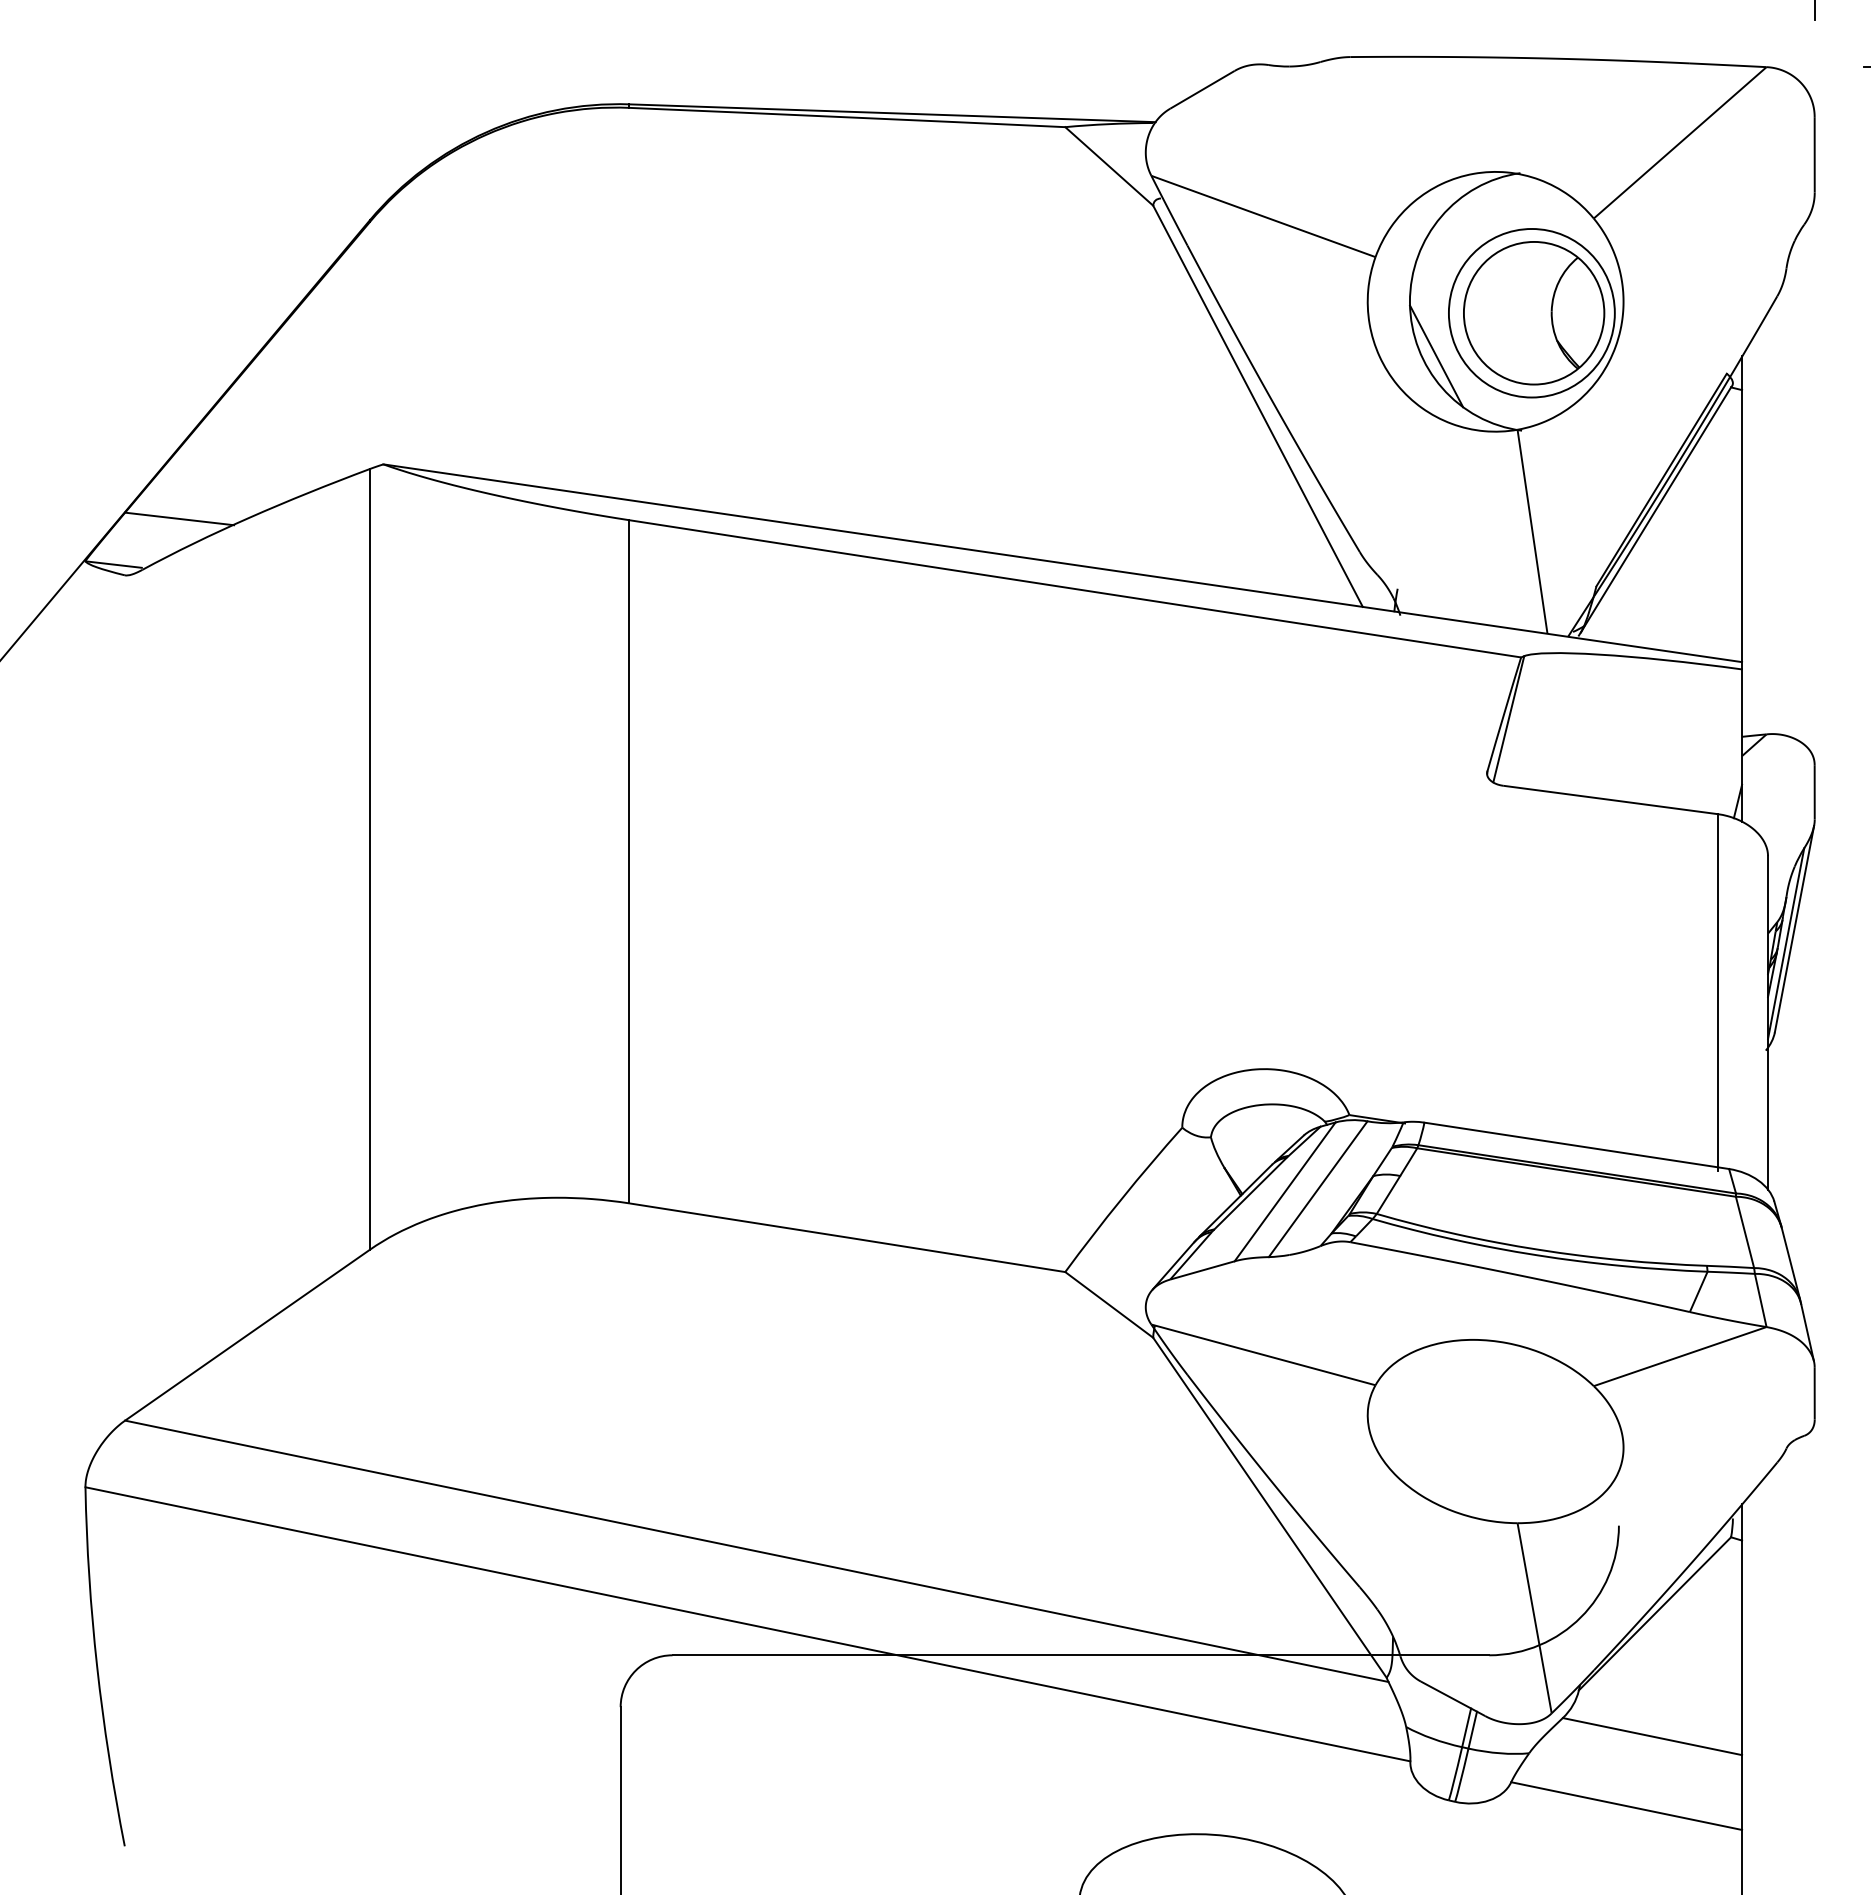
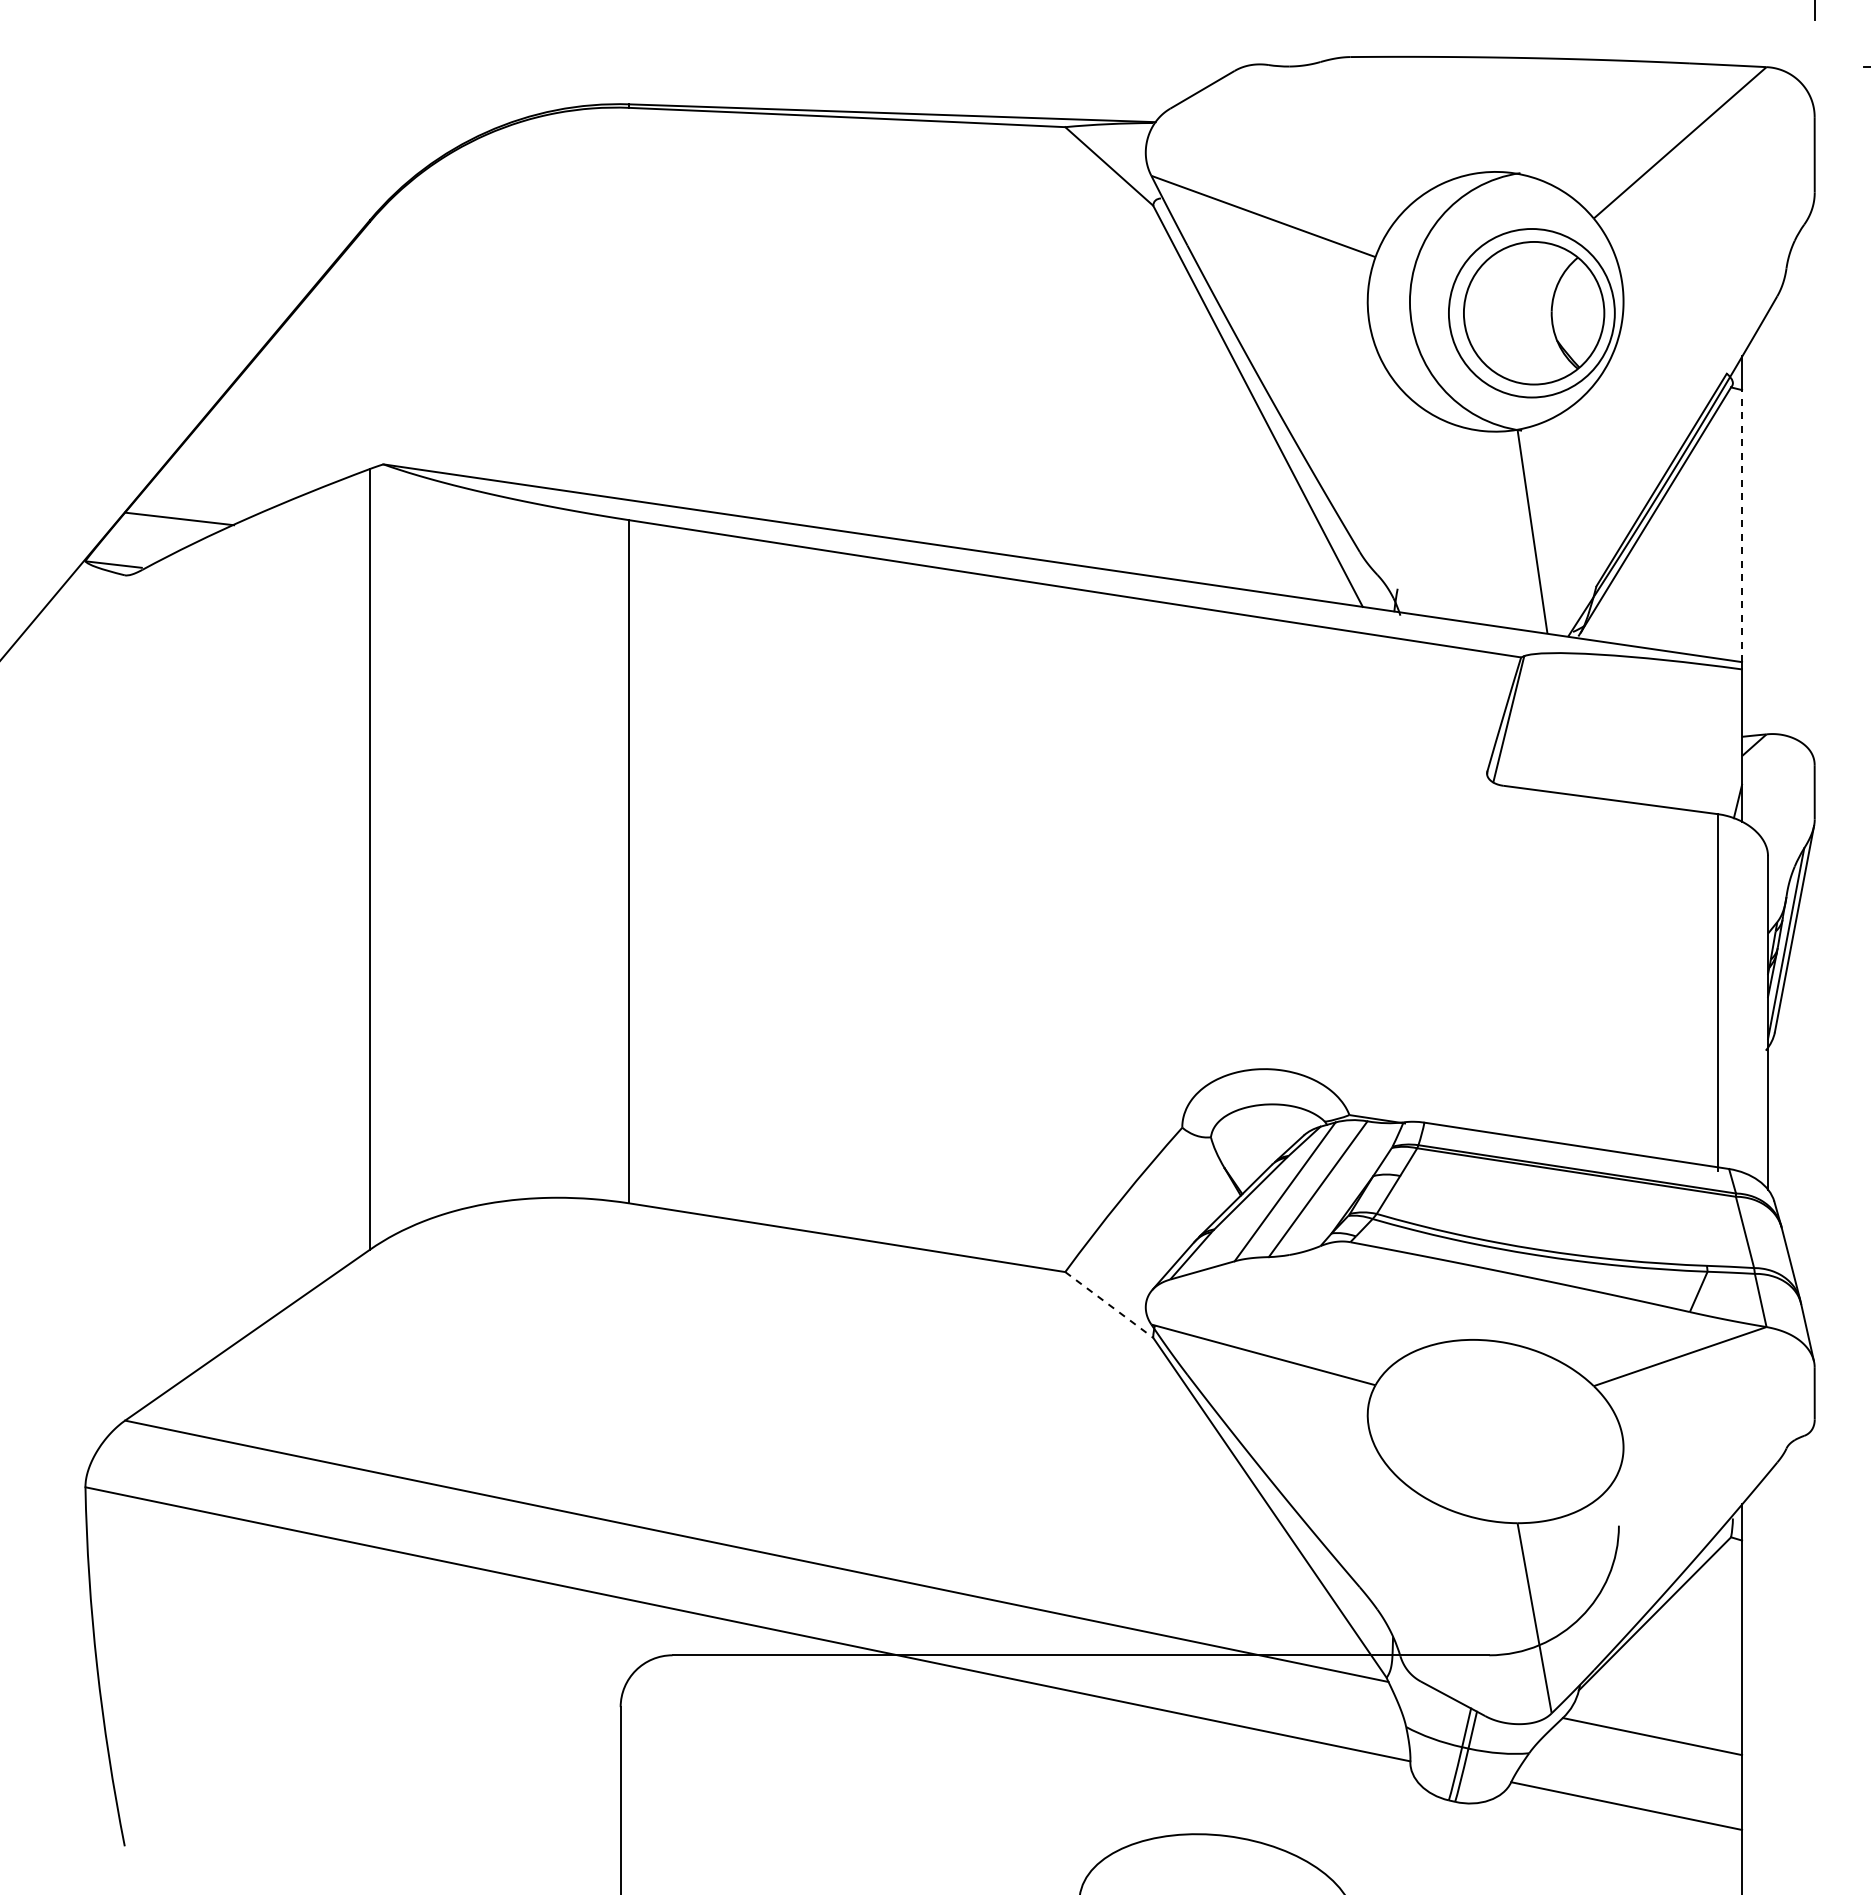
line at (1436, 356): present -> none
line at (1742, 525): solid -> dashed
line at (1109, 1304): solid -> dashed
